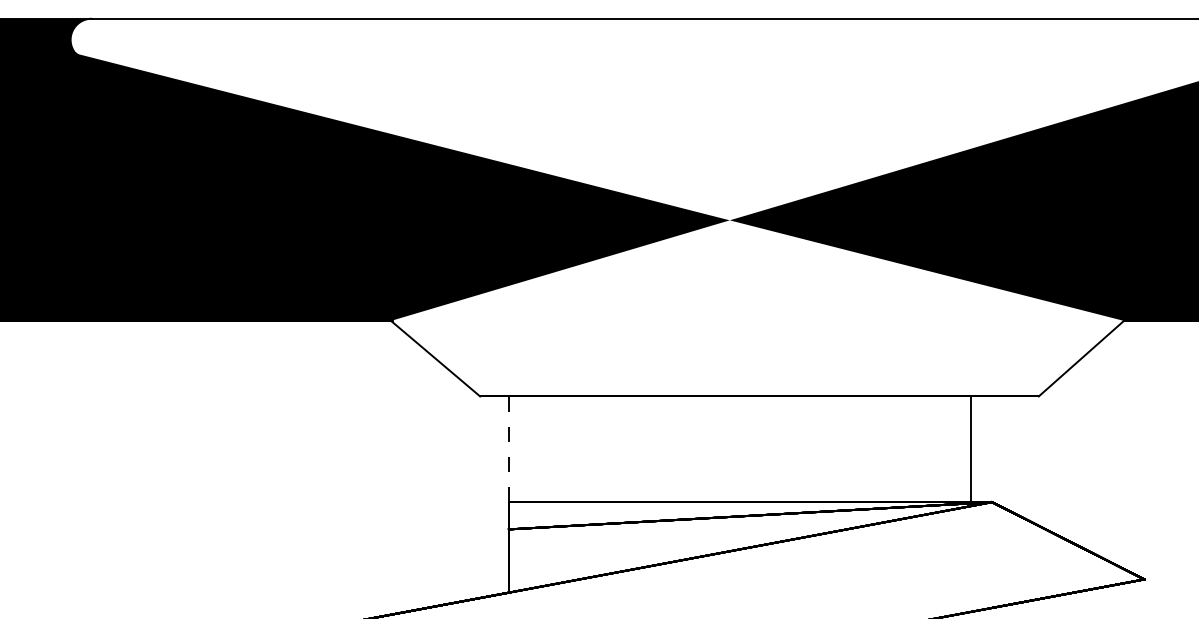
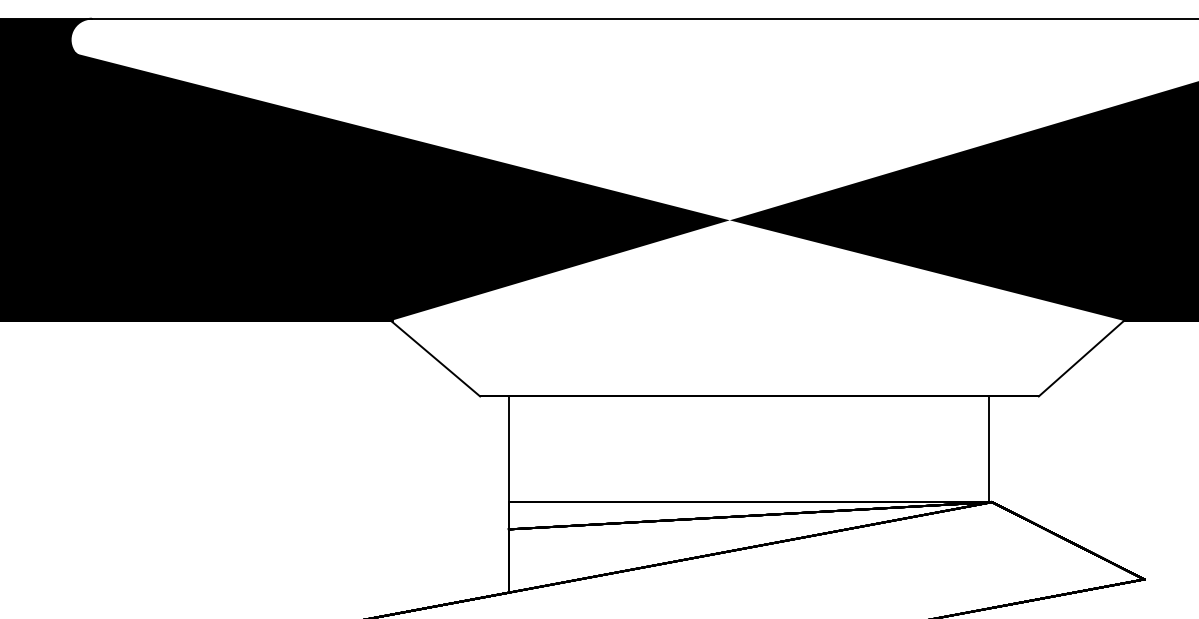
line at (508, 449): dashed -> solid
line at (971, 449) position: (971, 449) -> (989, 449)
